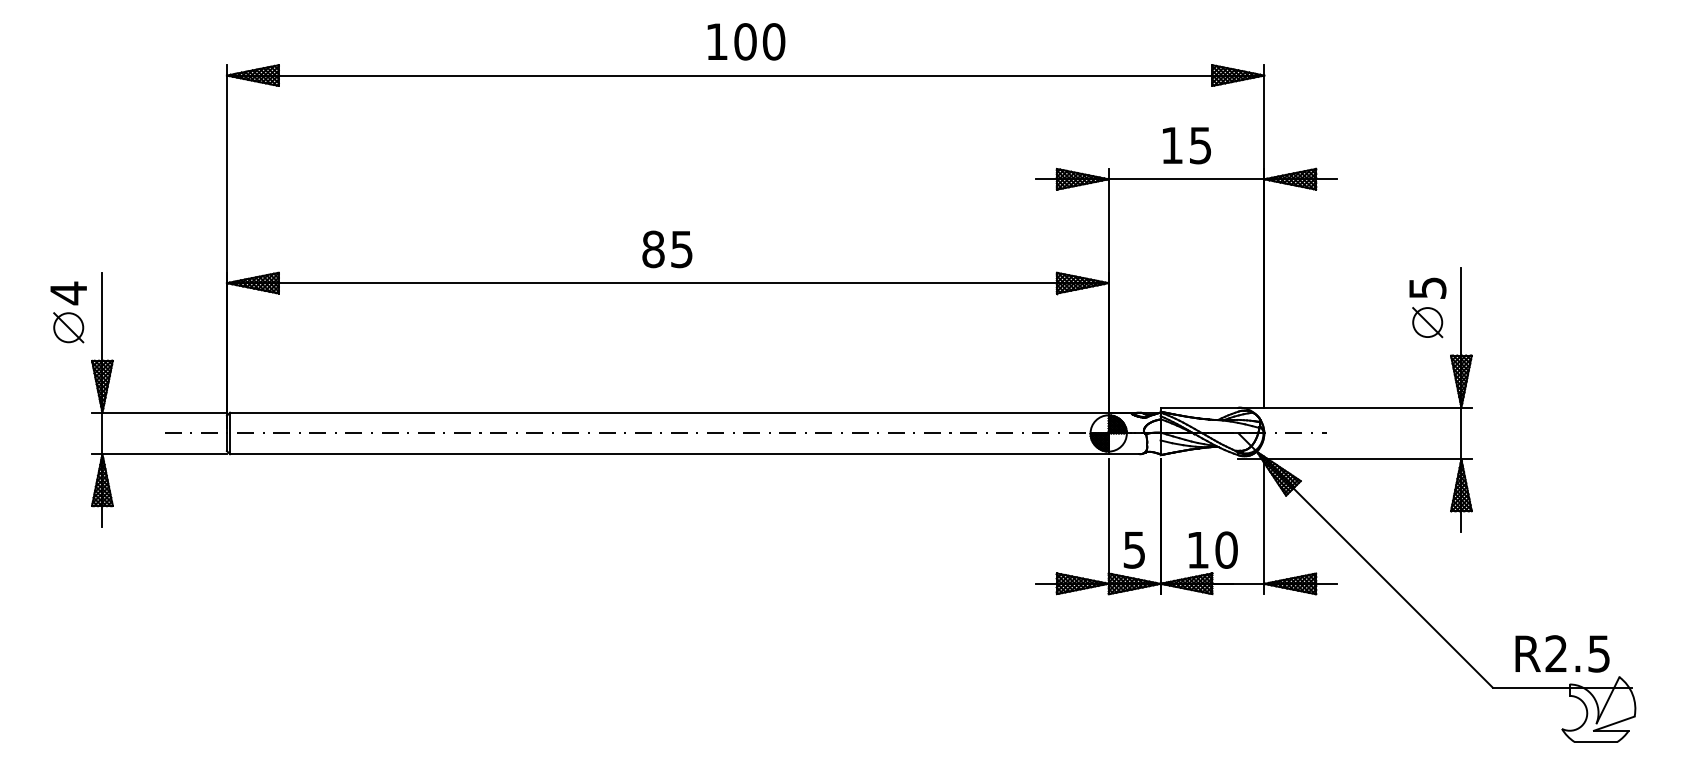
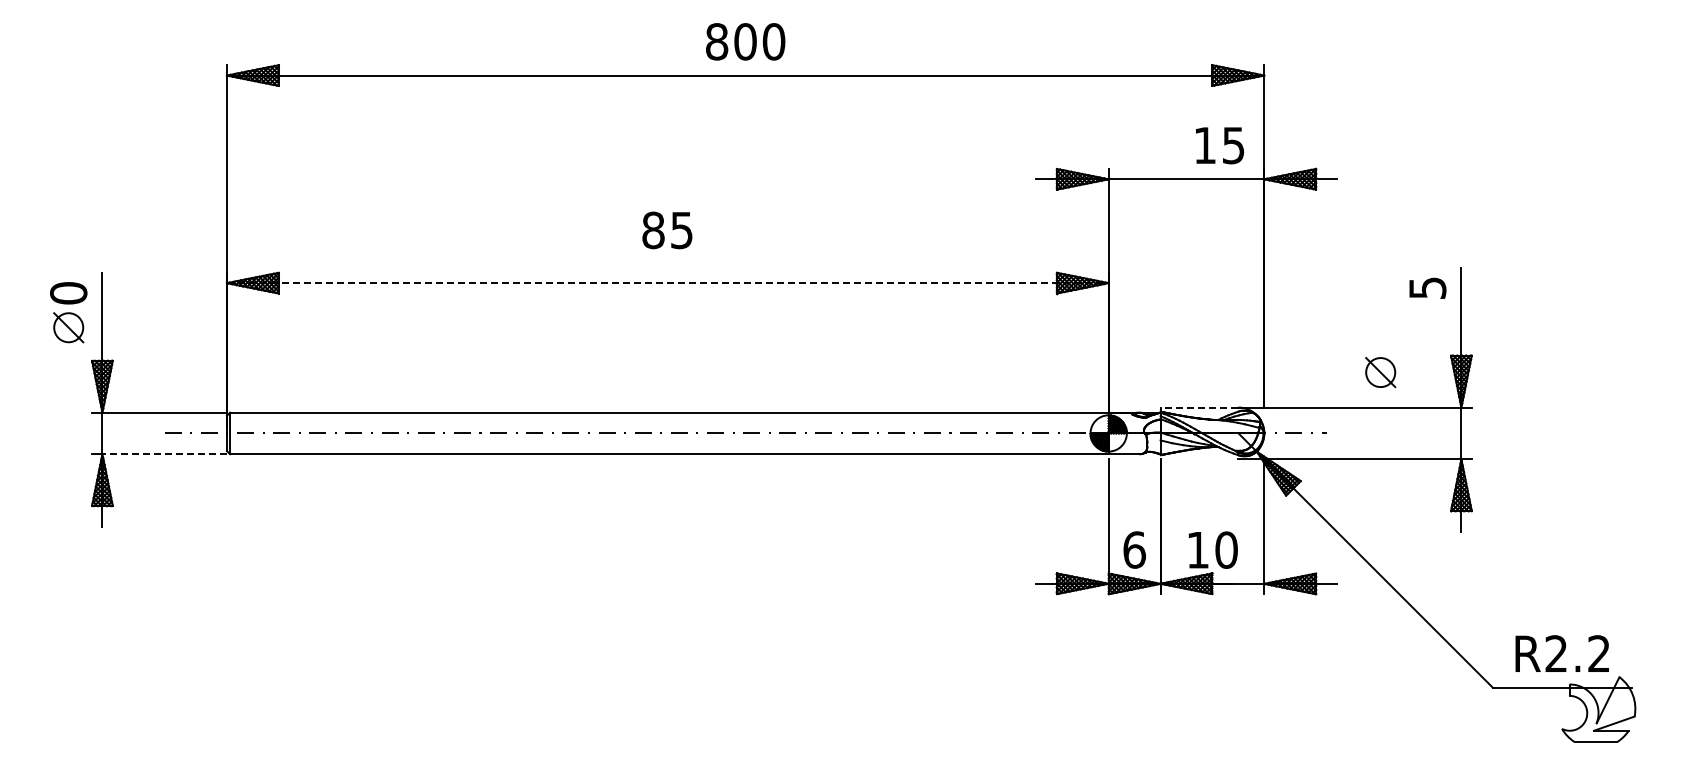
text at (717, 41): 100 -> 800
text at (1186, 145) position: (1186, 145) -> (1219, 145)
text at (667, 249) position: (667, 249) -> (667, 230)
line at (667, 283): solid -> dashed
text at (68, 293): 4 -> 0
part at (1427, 322) position: (1427, 322) -> (1380, 372)
line at (1199, 407): solid -> dashed
line at (164, 454): solid -> dashed
text at (1134, 549): 5 -> 6
text at (1598, 653): R2.5 -> R2.2
